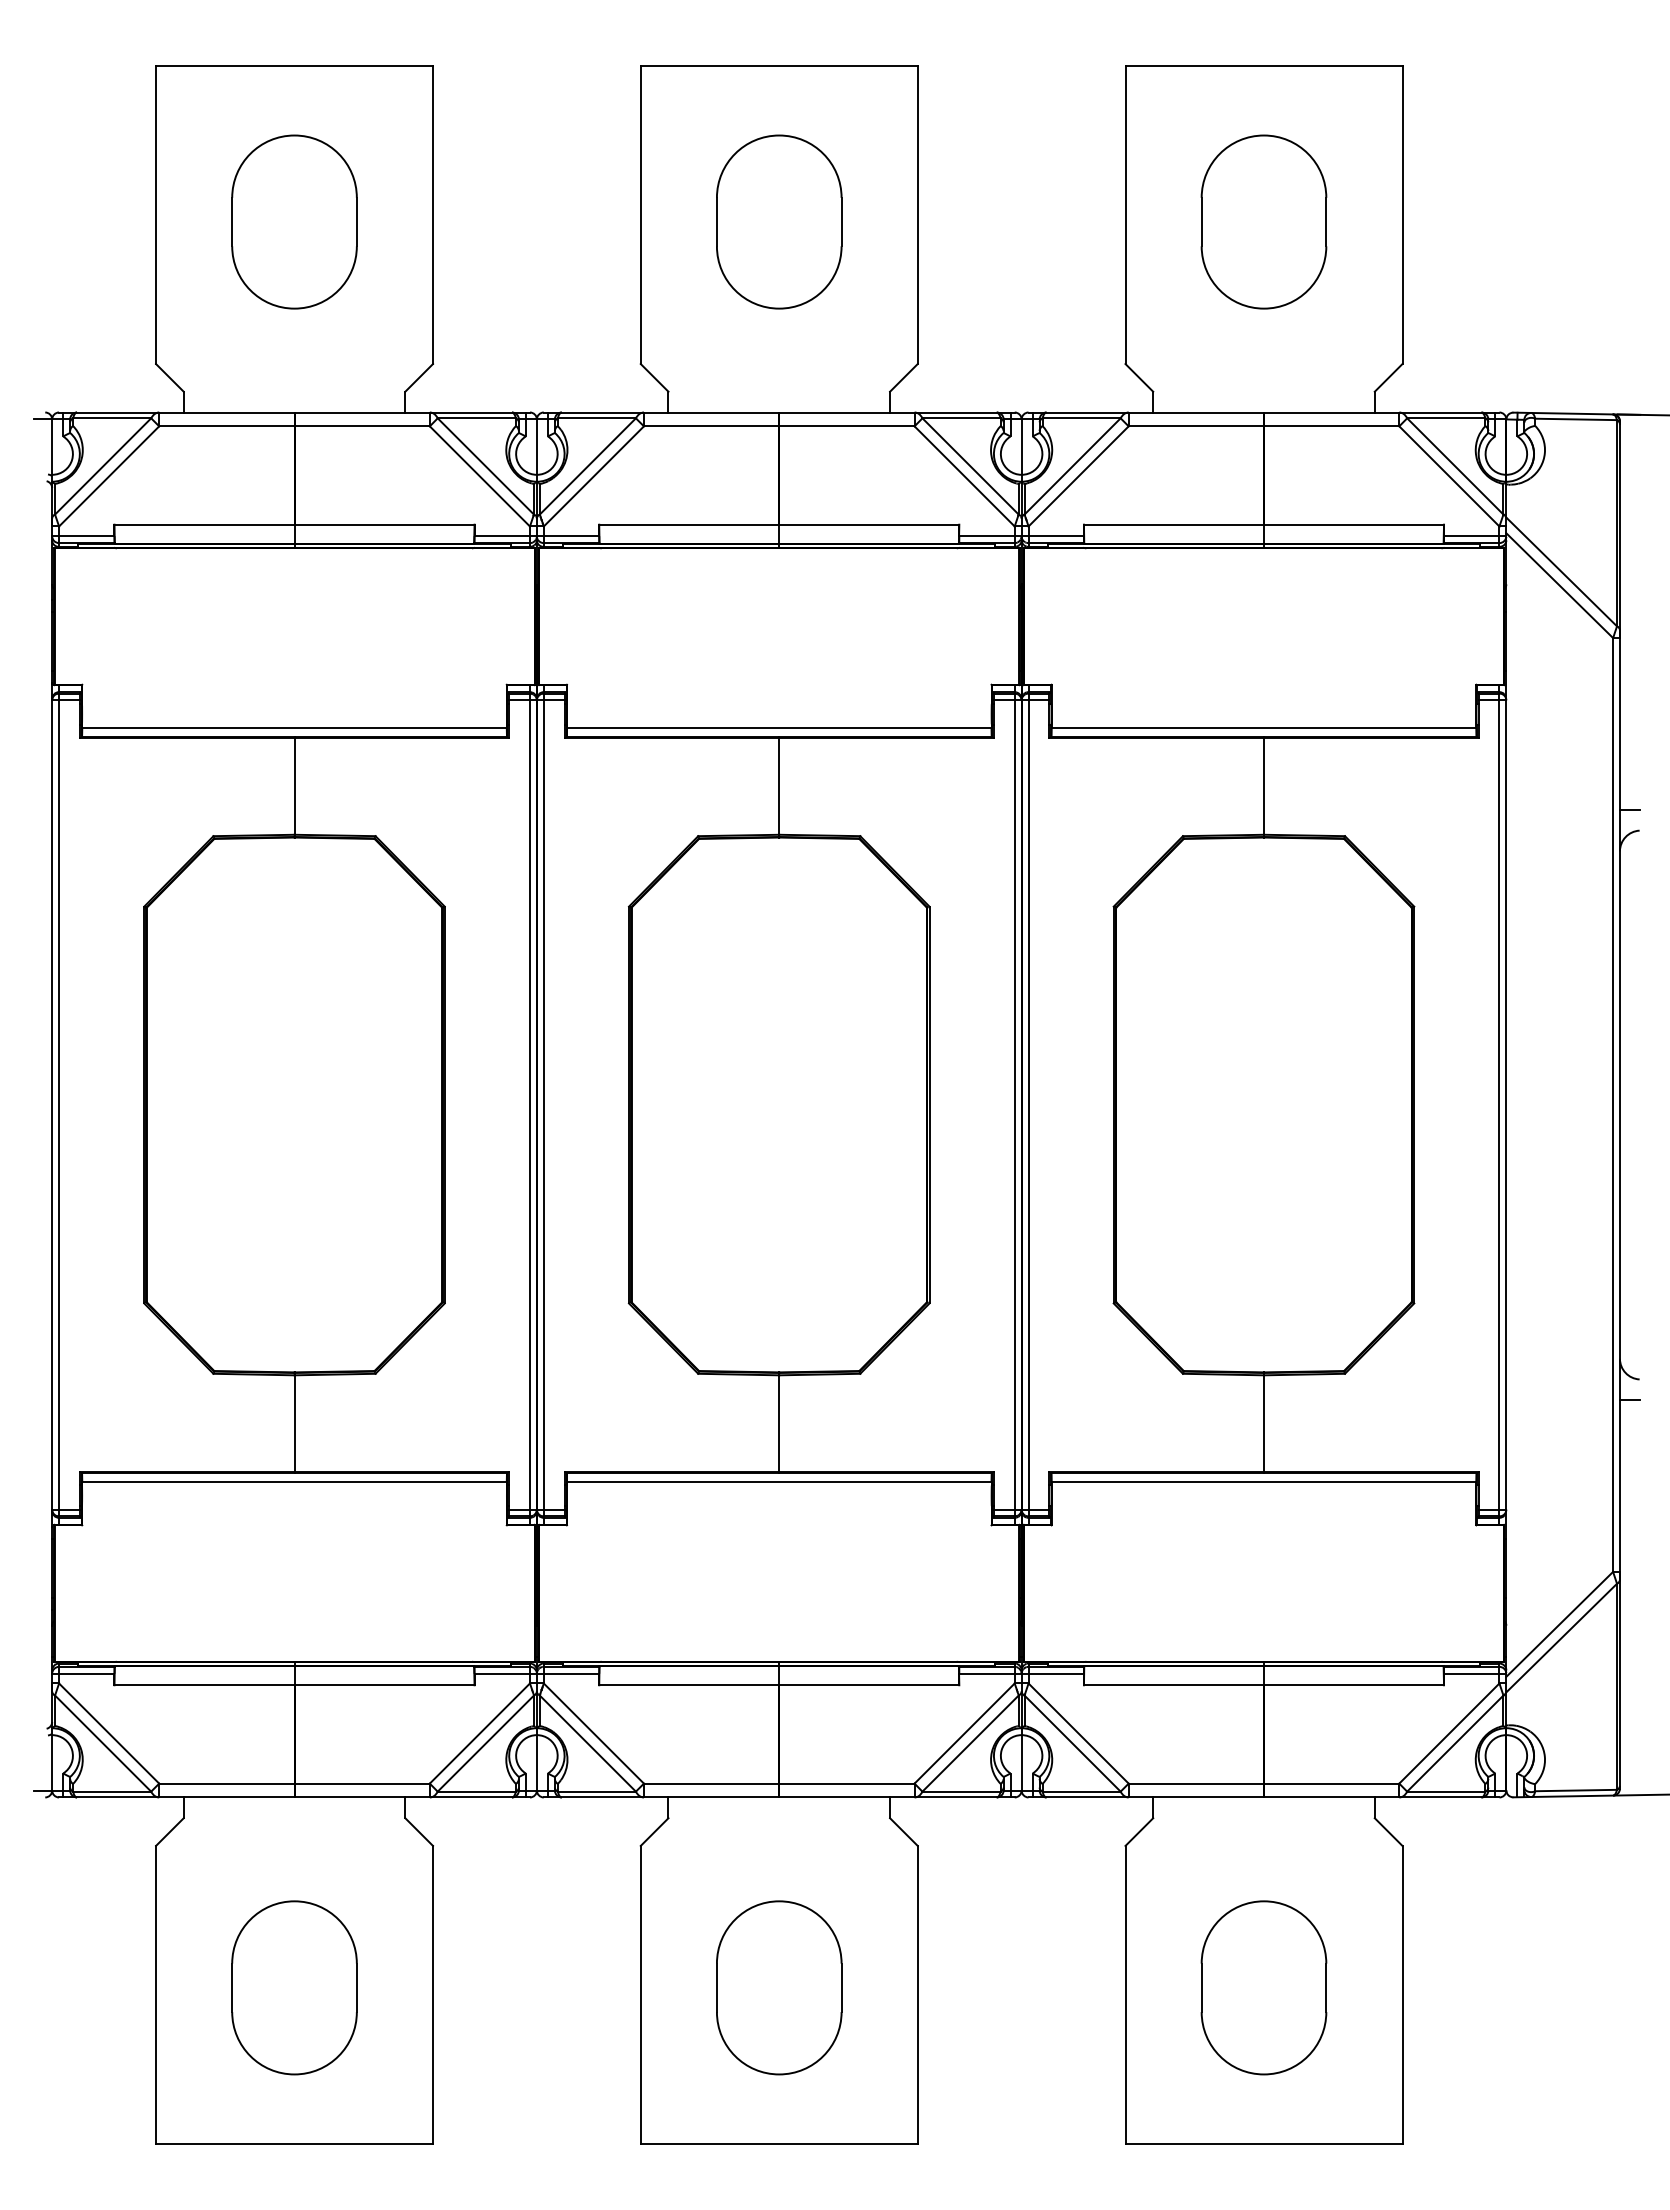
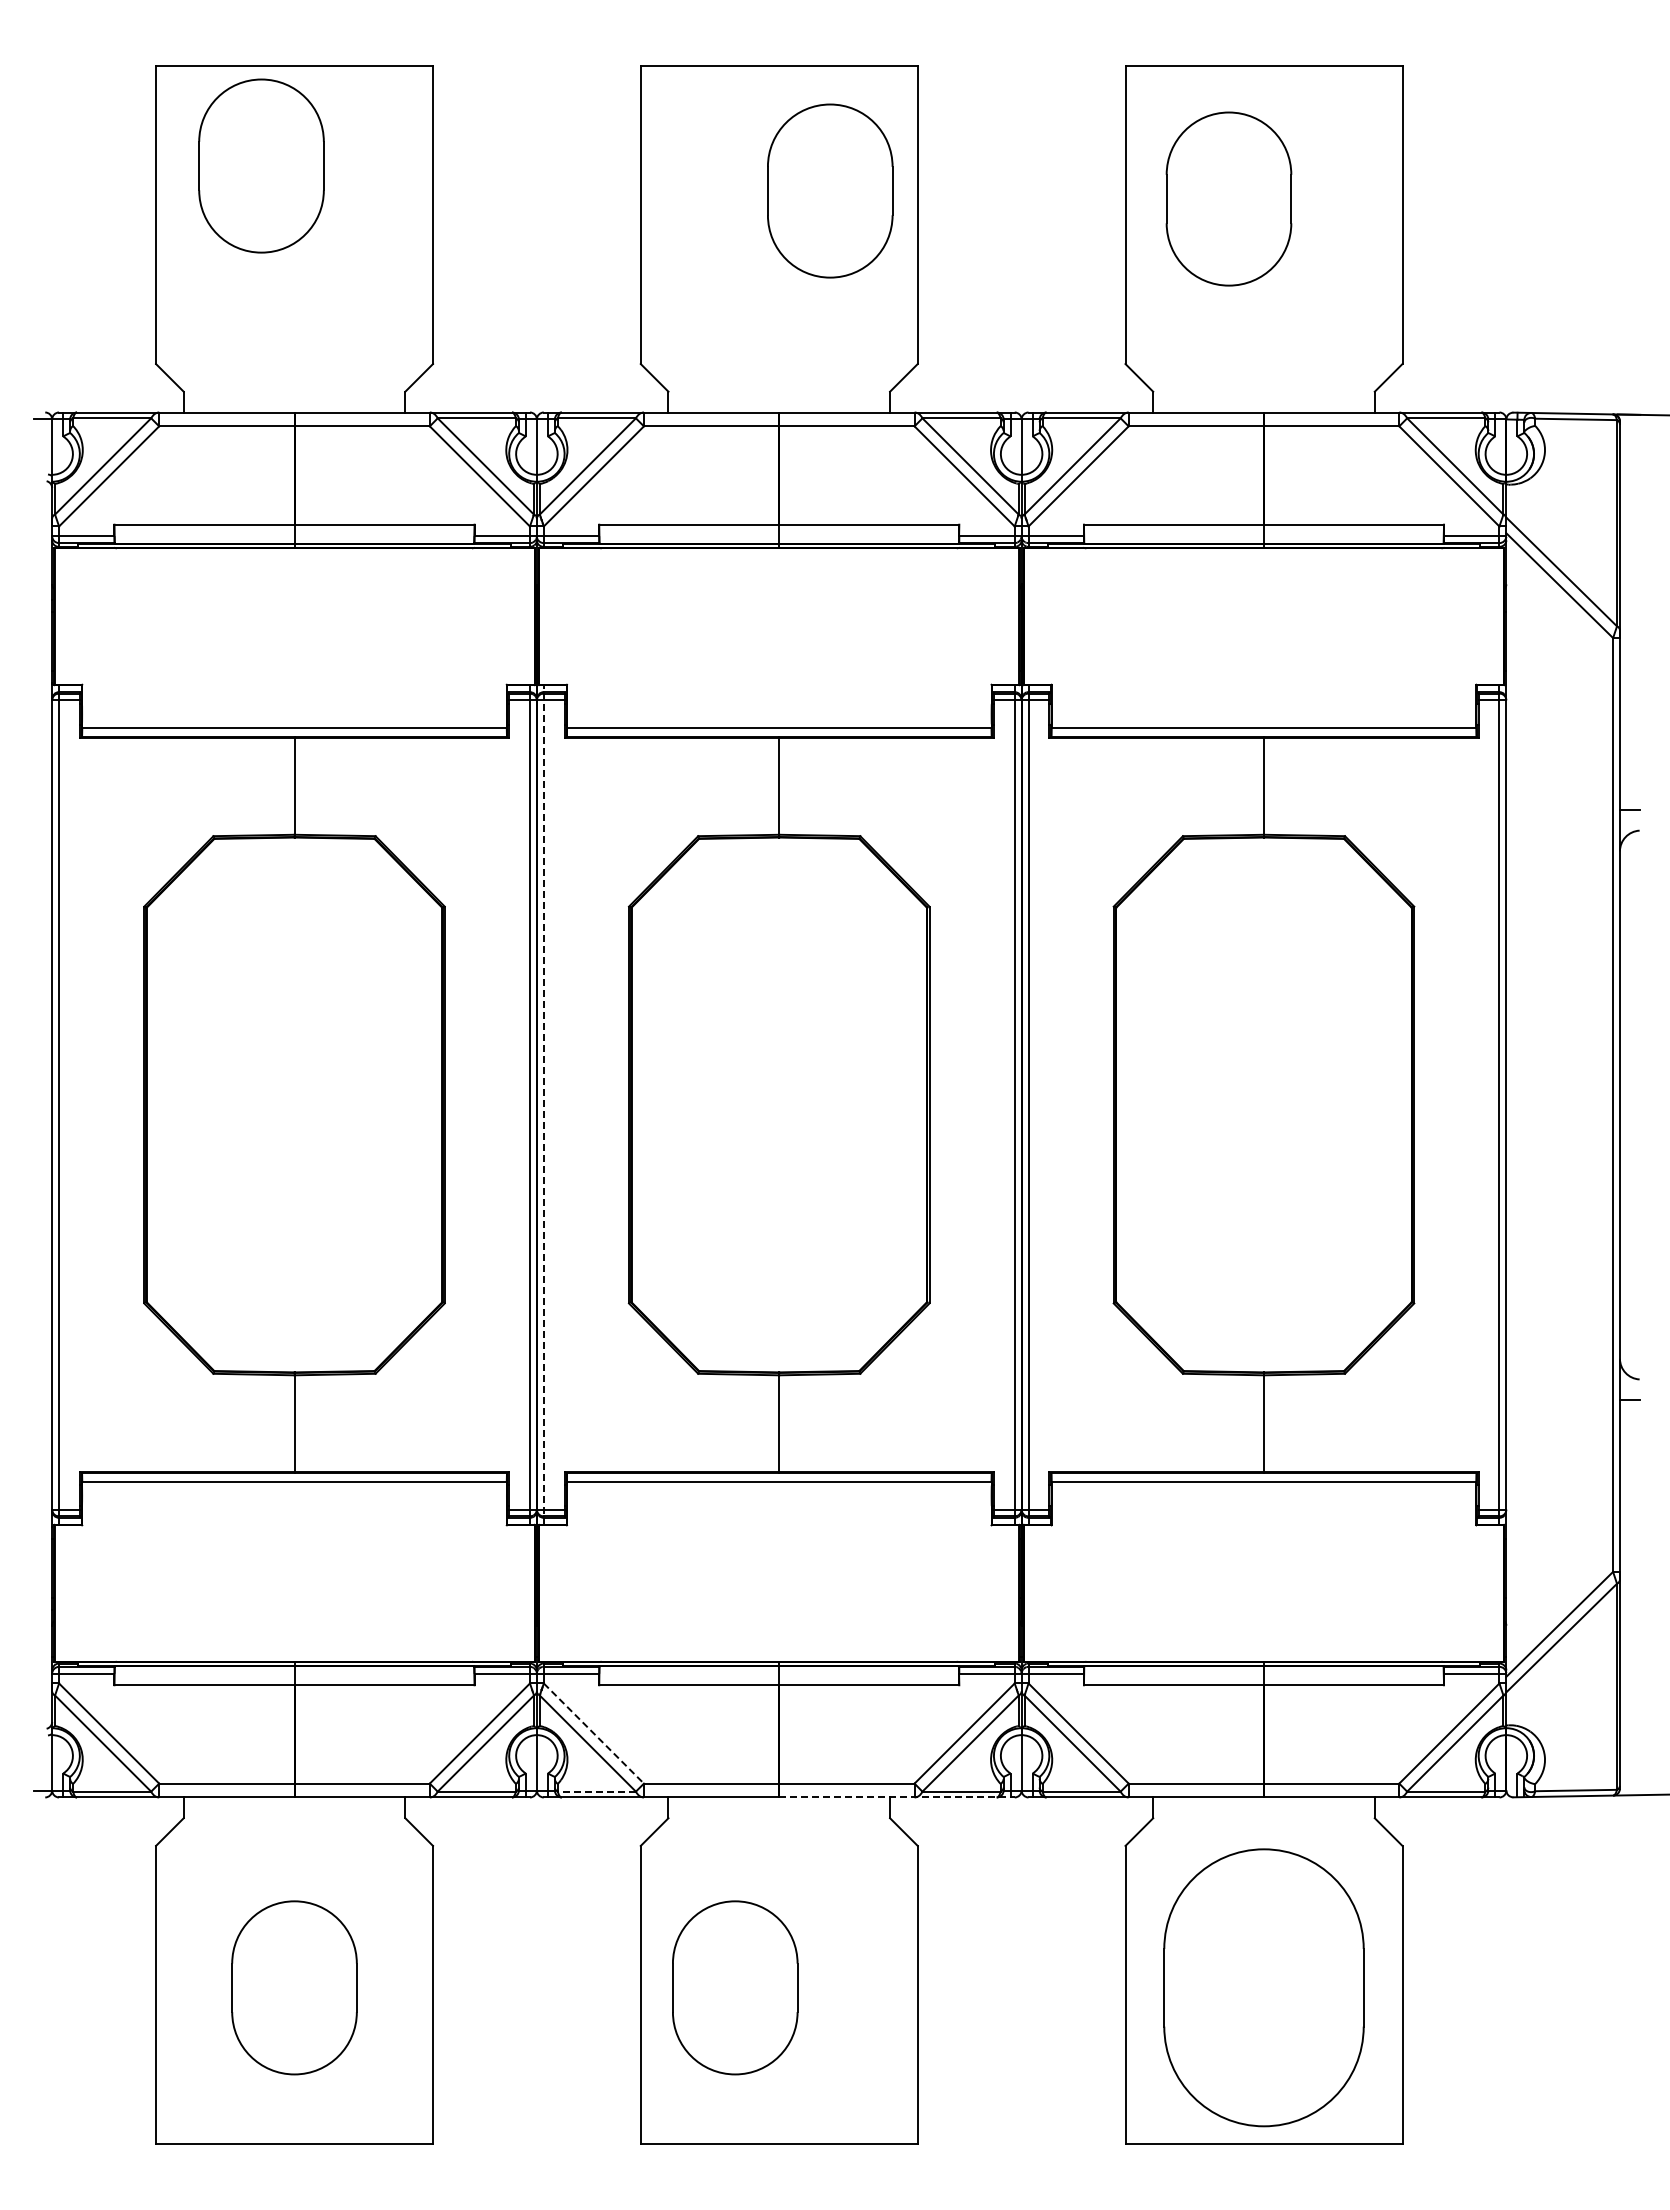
part at (294, 221) position: (294, 221) -> (261, 165)
part at (779, 221) position: (779, 221) -> (830, 190)
part at (1263, 221) position: (1263, 221) -> (1228, 198)
line at (543, 1104): solid -> dashed
line at (593, 1733): solid -> dashed
line at (596, 1791): solid -> dashed
line at (896, 1797): solid -> dashed
part at (779, 1987) position: (779, 1987) -> (735, 1987)
part at (1263, 1987) size: 128x176 px -> 202x280 px
